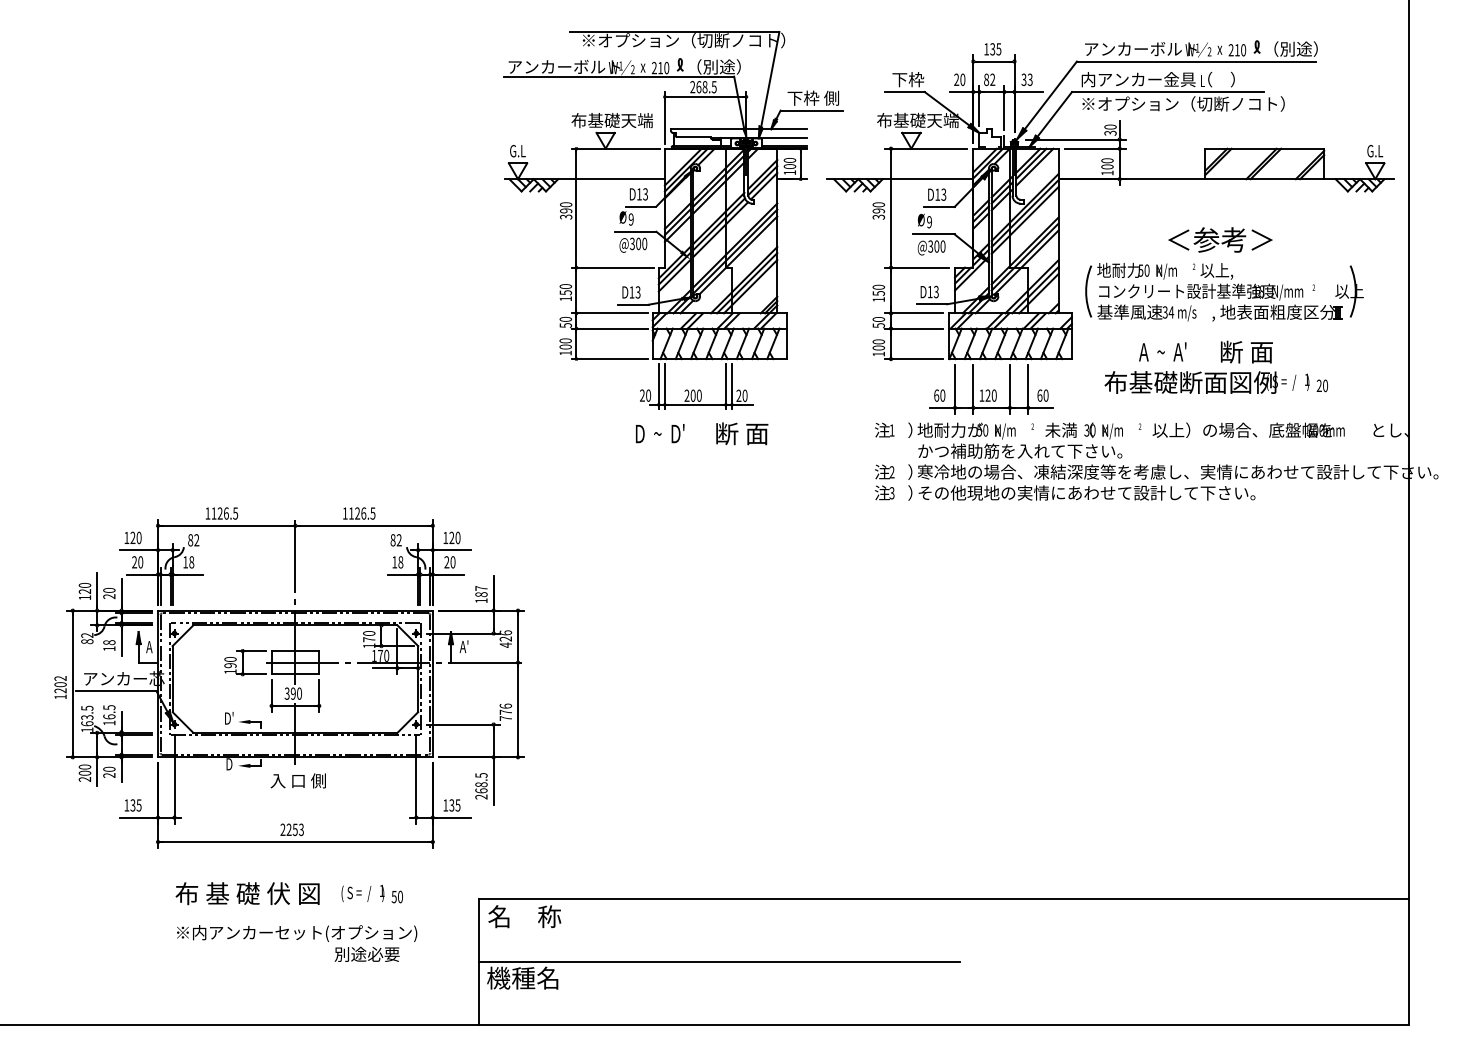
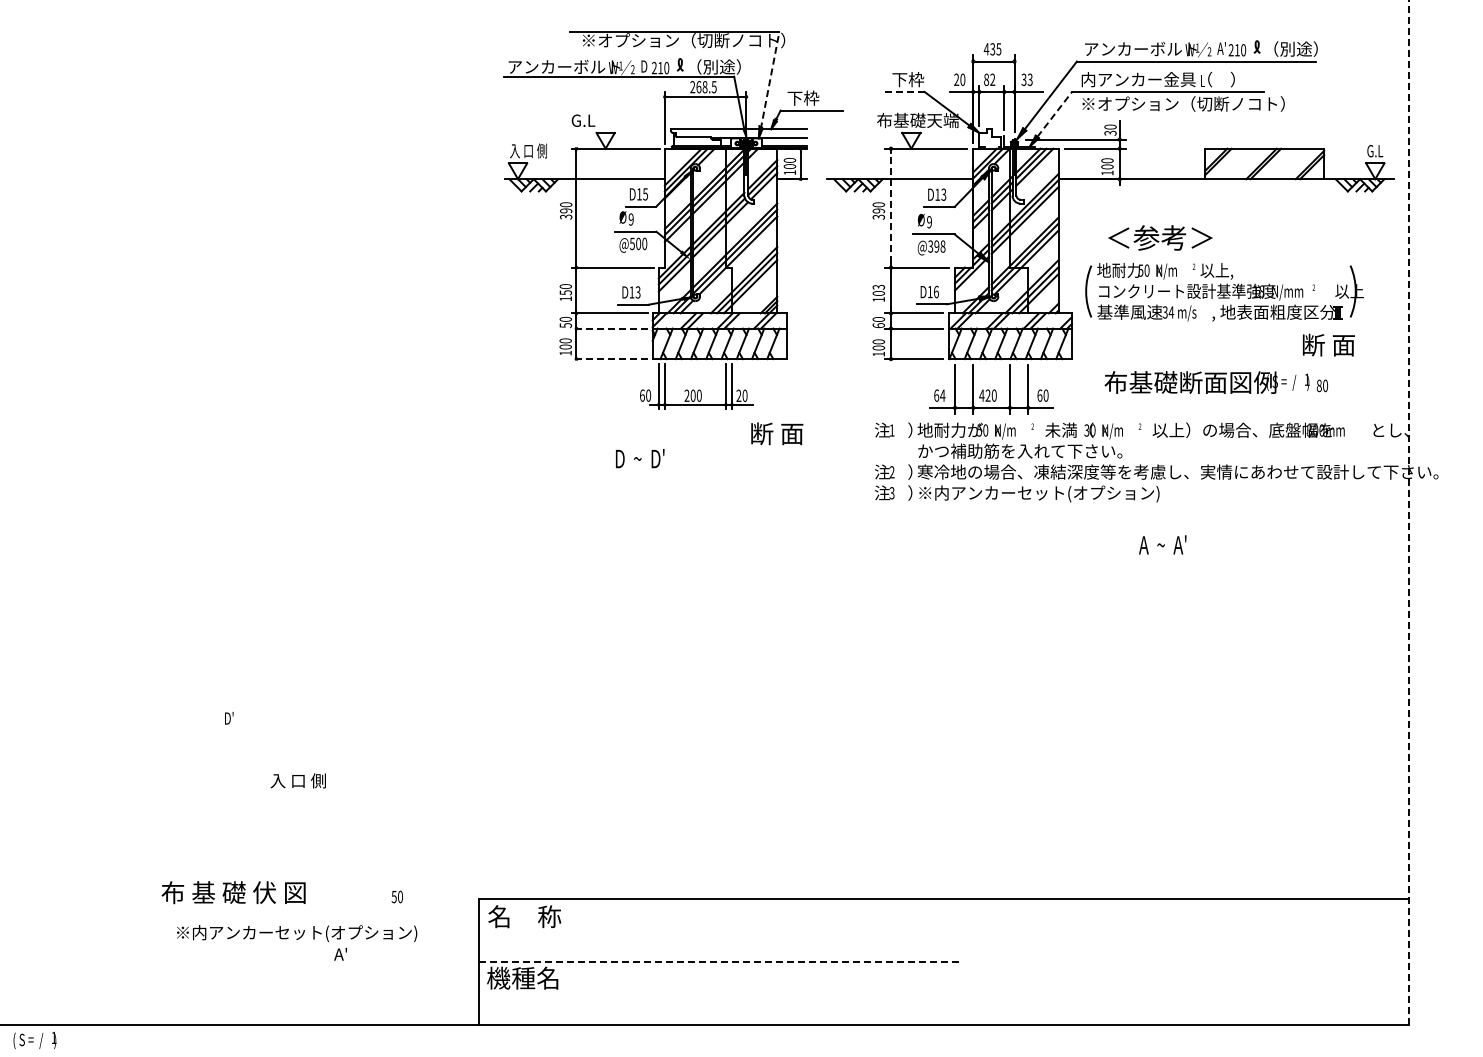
text at (1221, 48): x -> A'
text at (986, 49): 135 -> 435
text at (643, 66): x -> D
line at (770, 80): solid -> dashed
line at (905, 92): solid -> dashed
text at (831, 97): 下枠 側 -> 下枠
line at (1055, 114): solid -> dashed
text at (612, 120): 布基礎天端 -> G.L
text at (528, 150): G.L -> 入 口 側
text at (645, 193): D13 -> D15
line at (891, 208): solid -> dashed
text at (1220, 239) position: (1220, 239) -> (1160, 237)
text at (632, 242): @300 -> @500
text at (939, 246): @300 -> @398
text at (878, 290): 150 -> 103
text at (935, 291): D13 -> D16
text at (878, 325): 50 -> 60
line at (609, 328): solid -> dashed
text at (1162, 351) position: (1162, 351) -> (1162, 544)
text at (1246, 351) position: (1246, 351) -> (1328, 344)
line at (609, 359): solid -> dashed
text at (1318, 385): 20 -> 80
text at (642, 395): 20 -> 60
text at (942, 395): 60 -> 64
text at (981, 395): 120 -> 420
text at (660, 433) position: (660, 433) -> (640, 458)
text at (742, 433) position: (742, 433) -> (777, 433)
text at (1086, 493): その他現地の実情にあわせて設計して下さい。 -> ※内アンカーセット(オプション)
line at (1409, 512): solid -> dashed
part at (289, 677): present -> none
text at (247, 893) position: (247, 893) -> (233, 892)
text at (362, 893) position: (362, 893) -> (34, 1040)
text at (366, 953): 別途必要 -> A'
line at (719, 961): solid -> dashed
